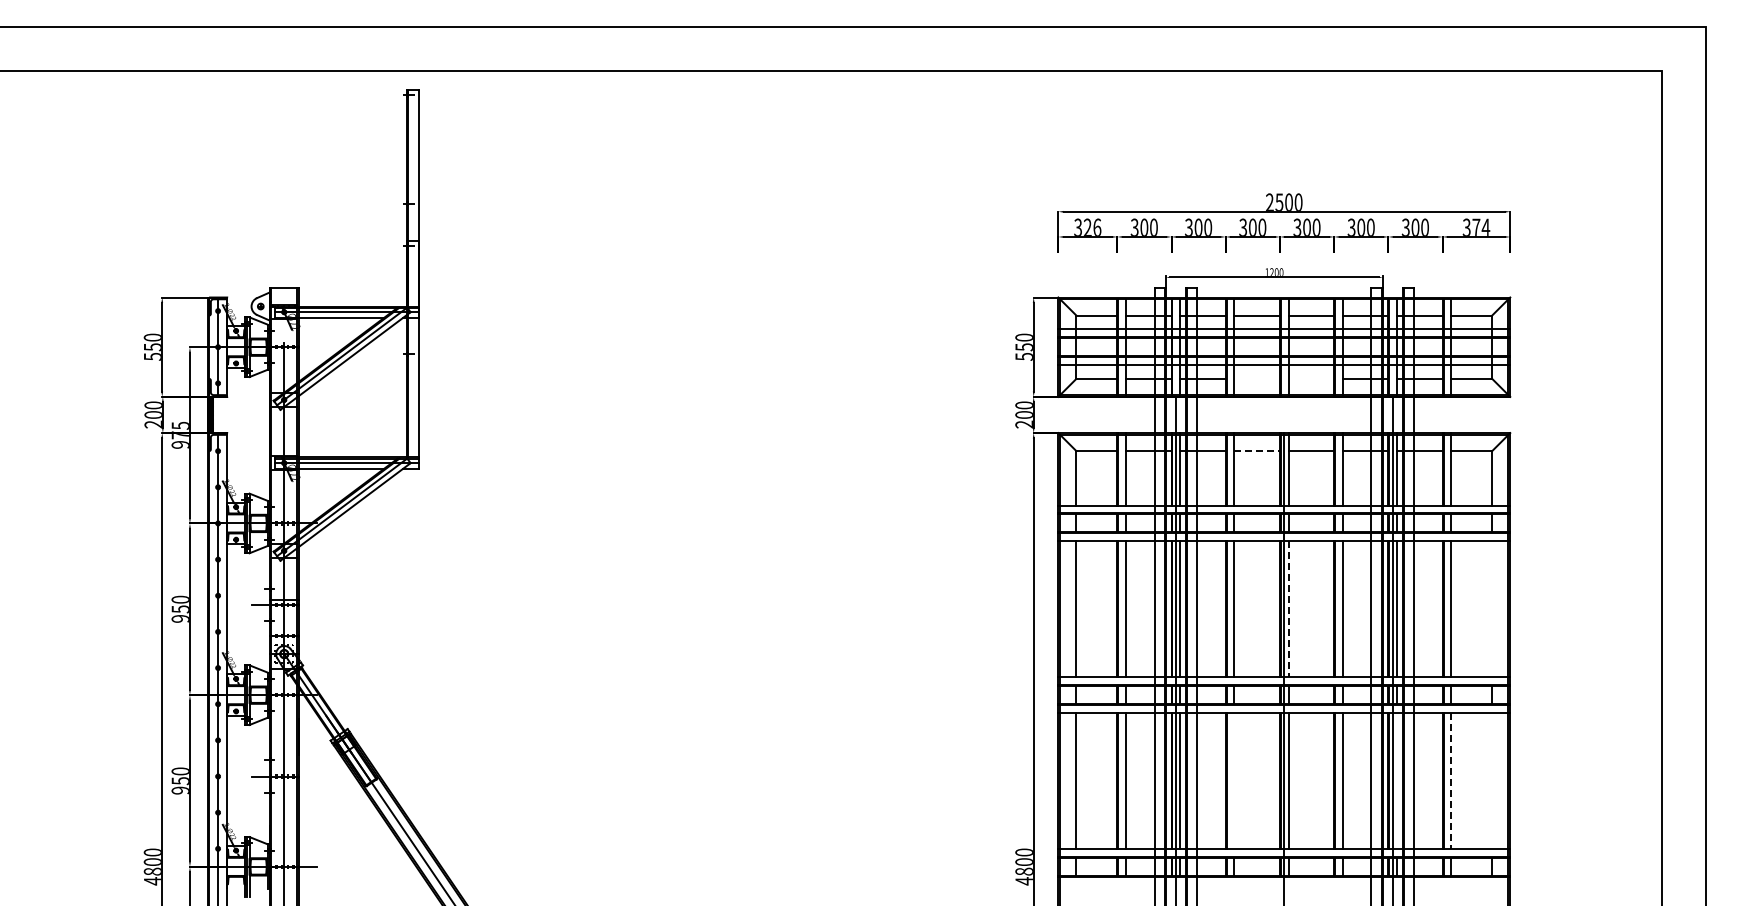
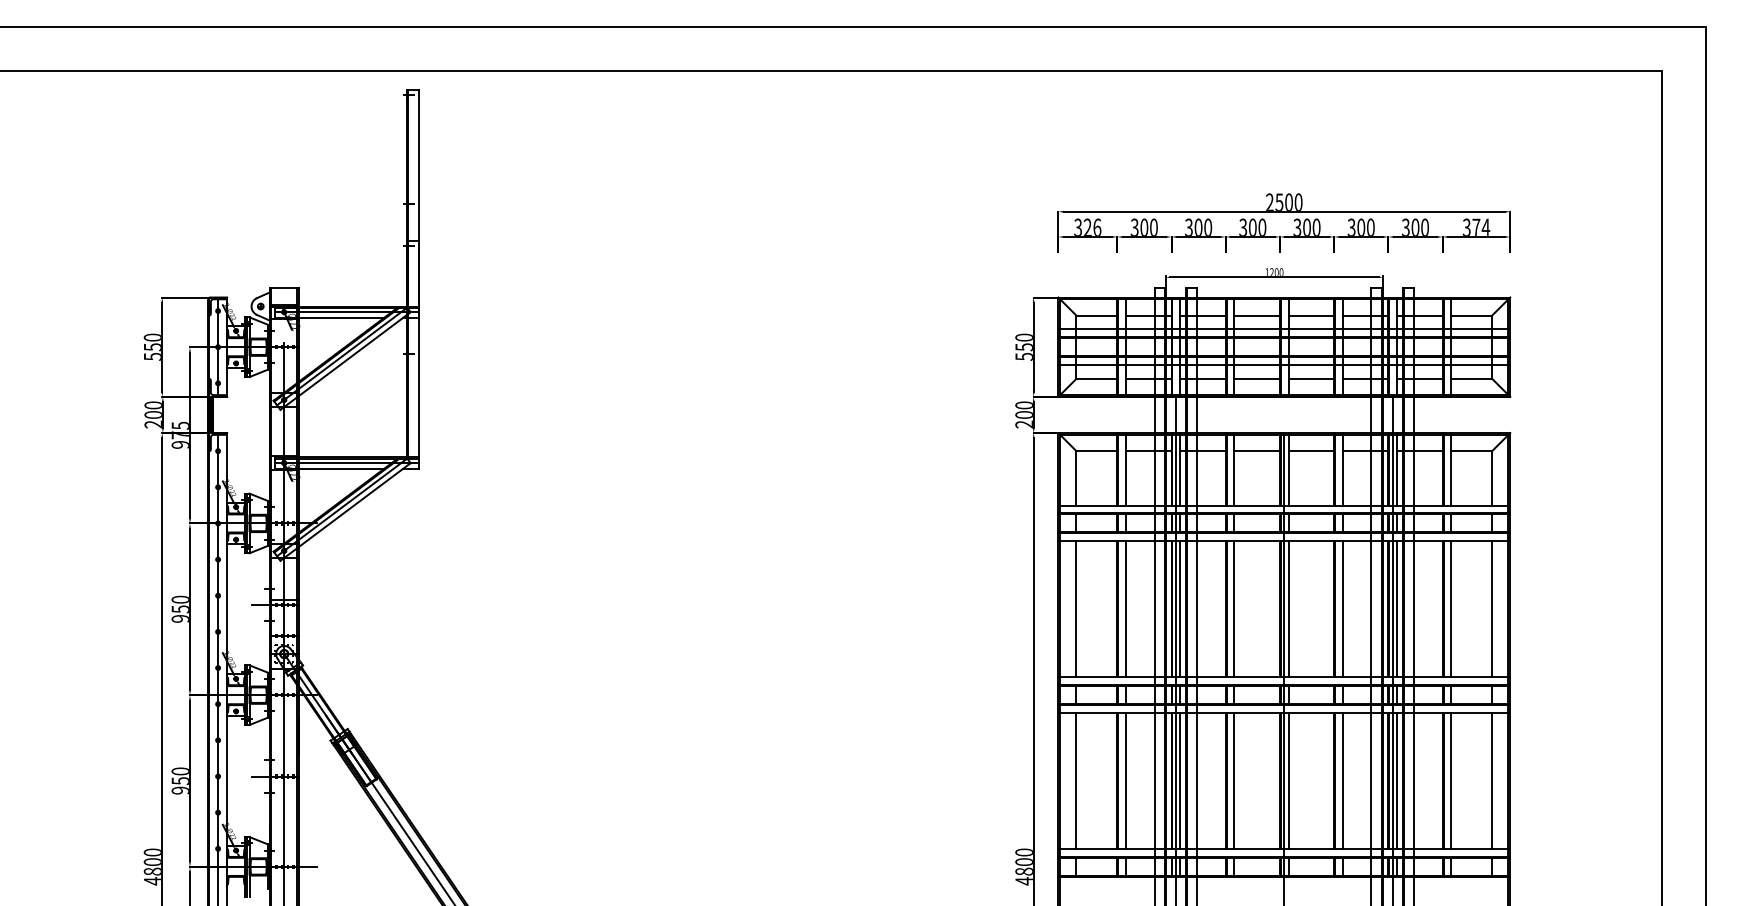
line at (1256, 378): none -> present
line at (1311, 378): none -> present
line at (1257, 451): dashed -> solid
line at (1288, 609): dashed -> solid
line at (1492, 609): none -> present
line at (1234, 780): none -> present
line at (1397, 780): none -> present
line at (1492, 780): none -> present
line at (1451, 781): dashed -> solid
